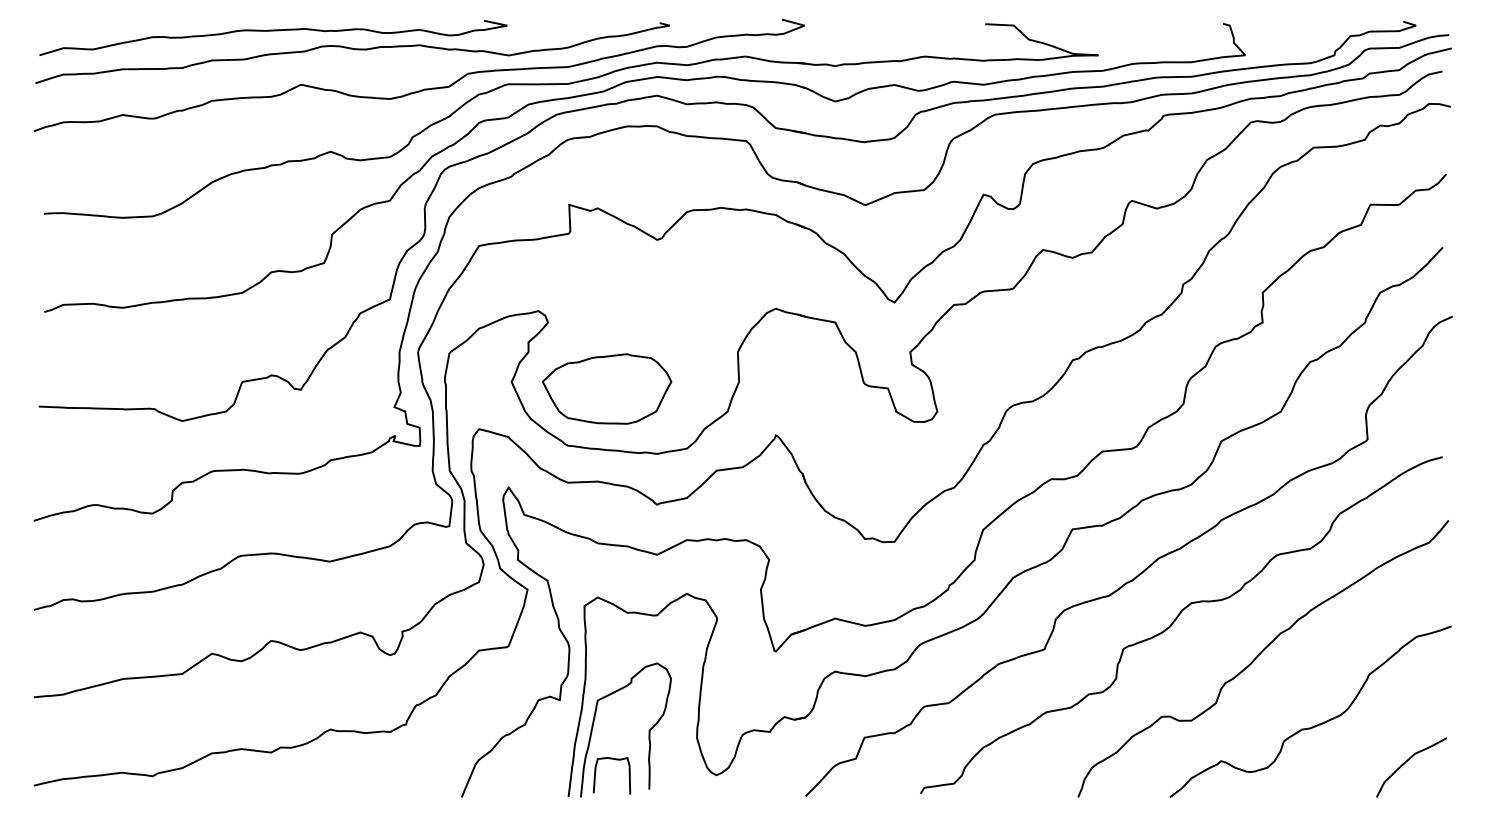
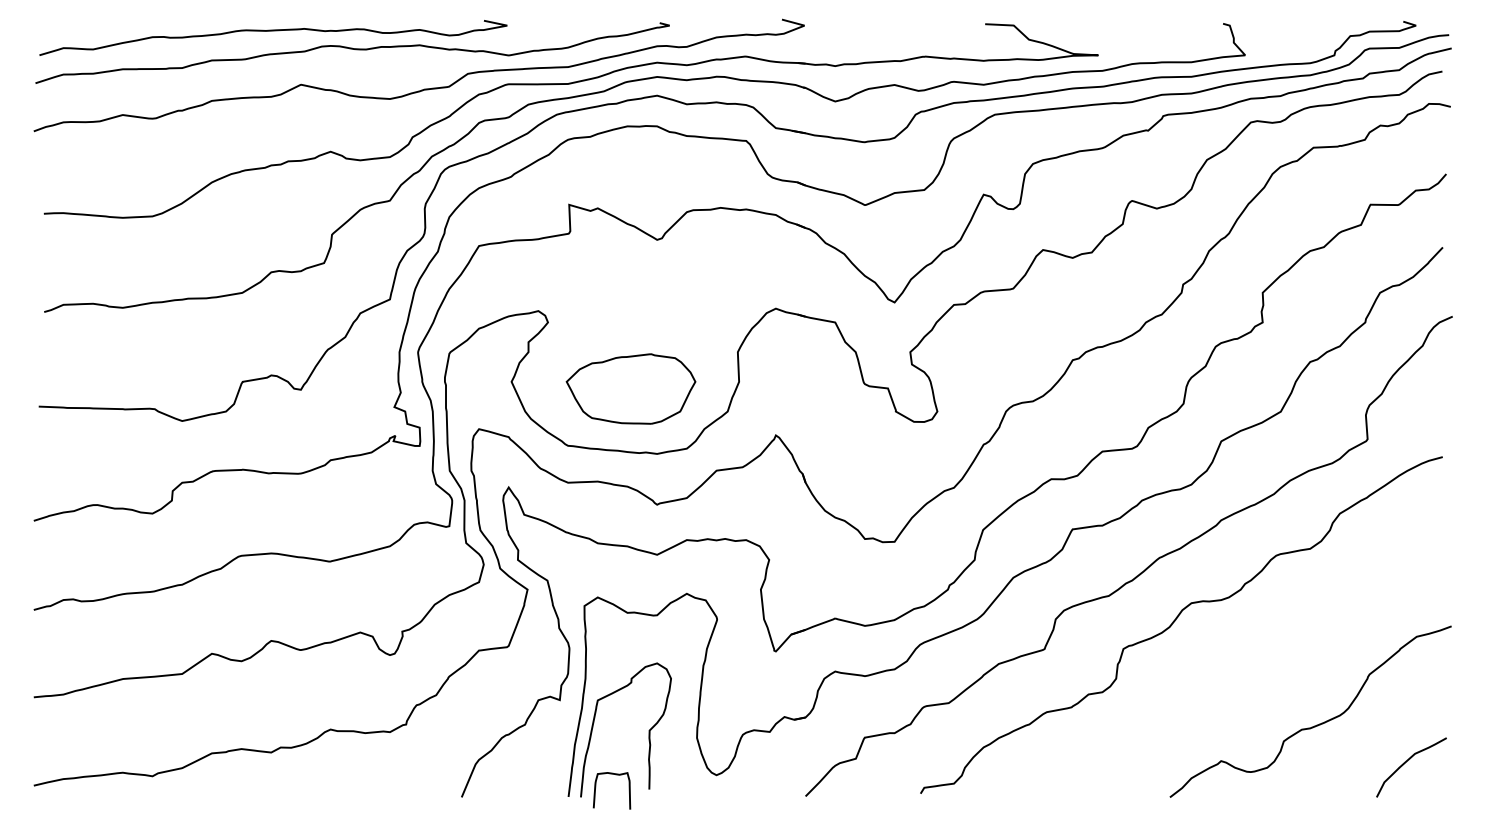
part at (606, 388) position: (606, 388) -> (630, 388)
curve at (1260, 654): present -> none
curve at (596, 772) position: (596, 772) -> (596, 787)
